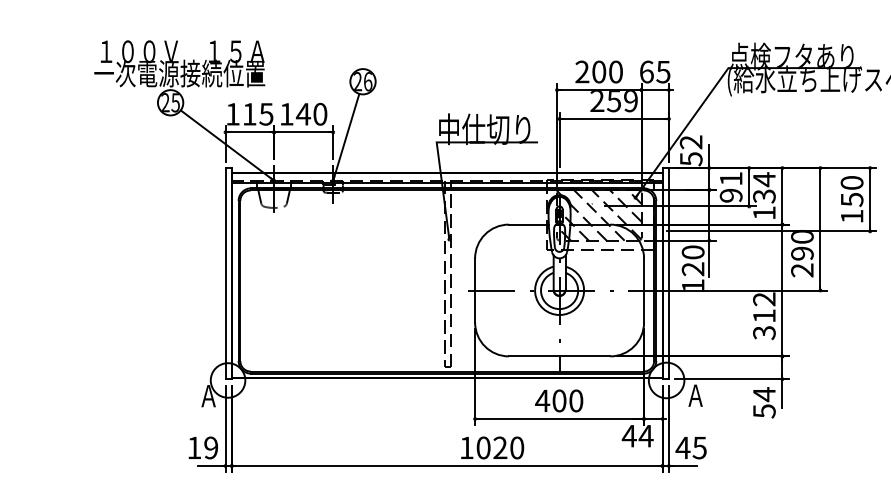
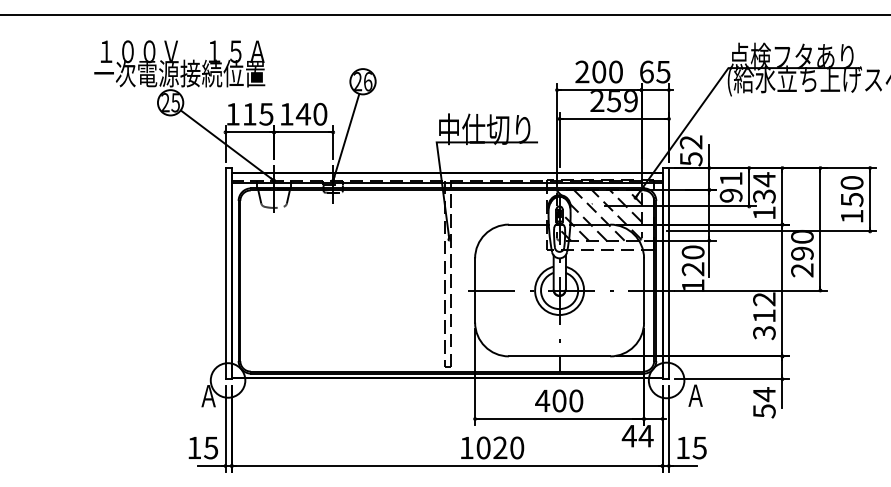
line at (444, 14): none -> present
text at (211, 447): 19 -> 15
text at (682, 447): 45 -> 15
